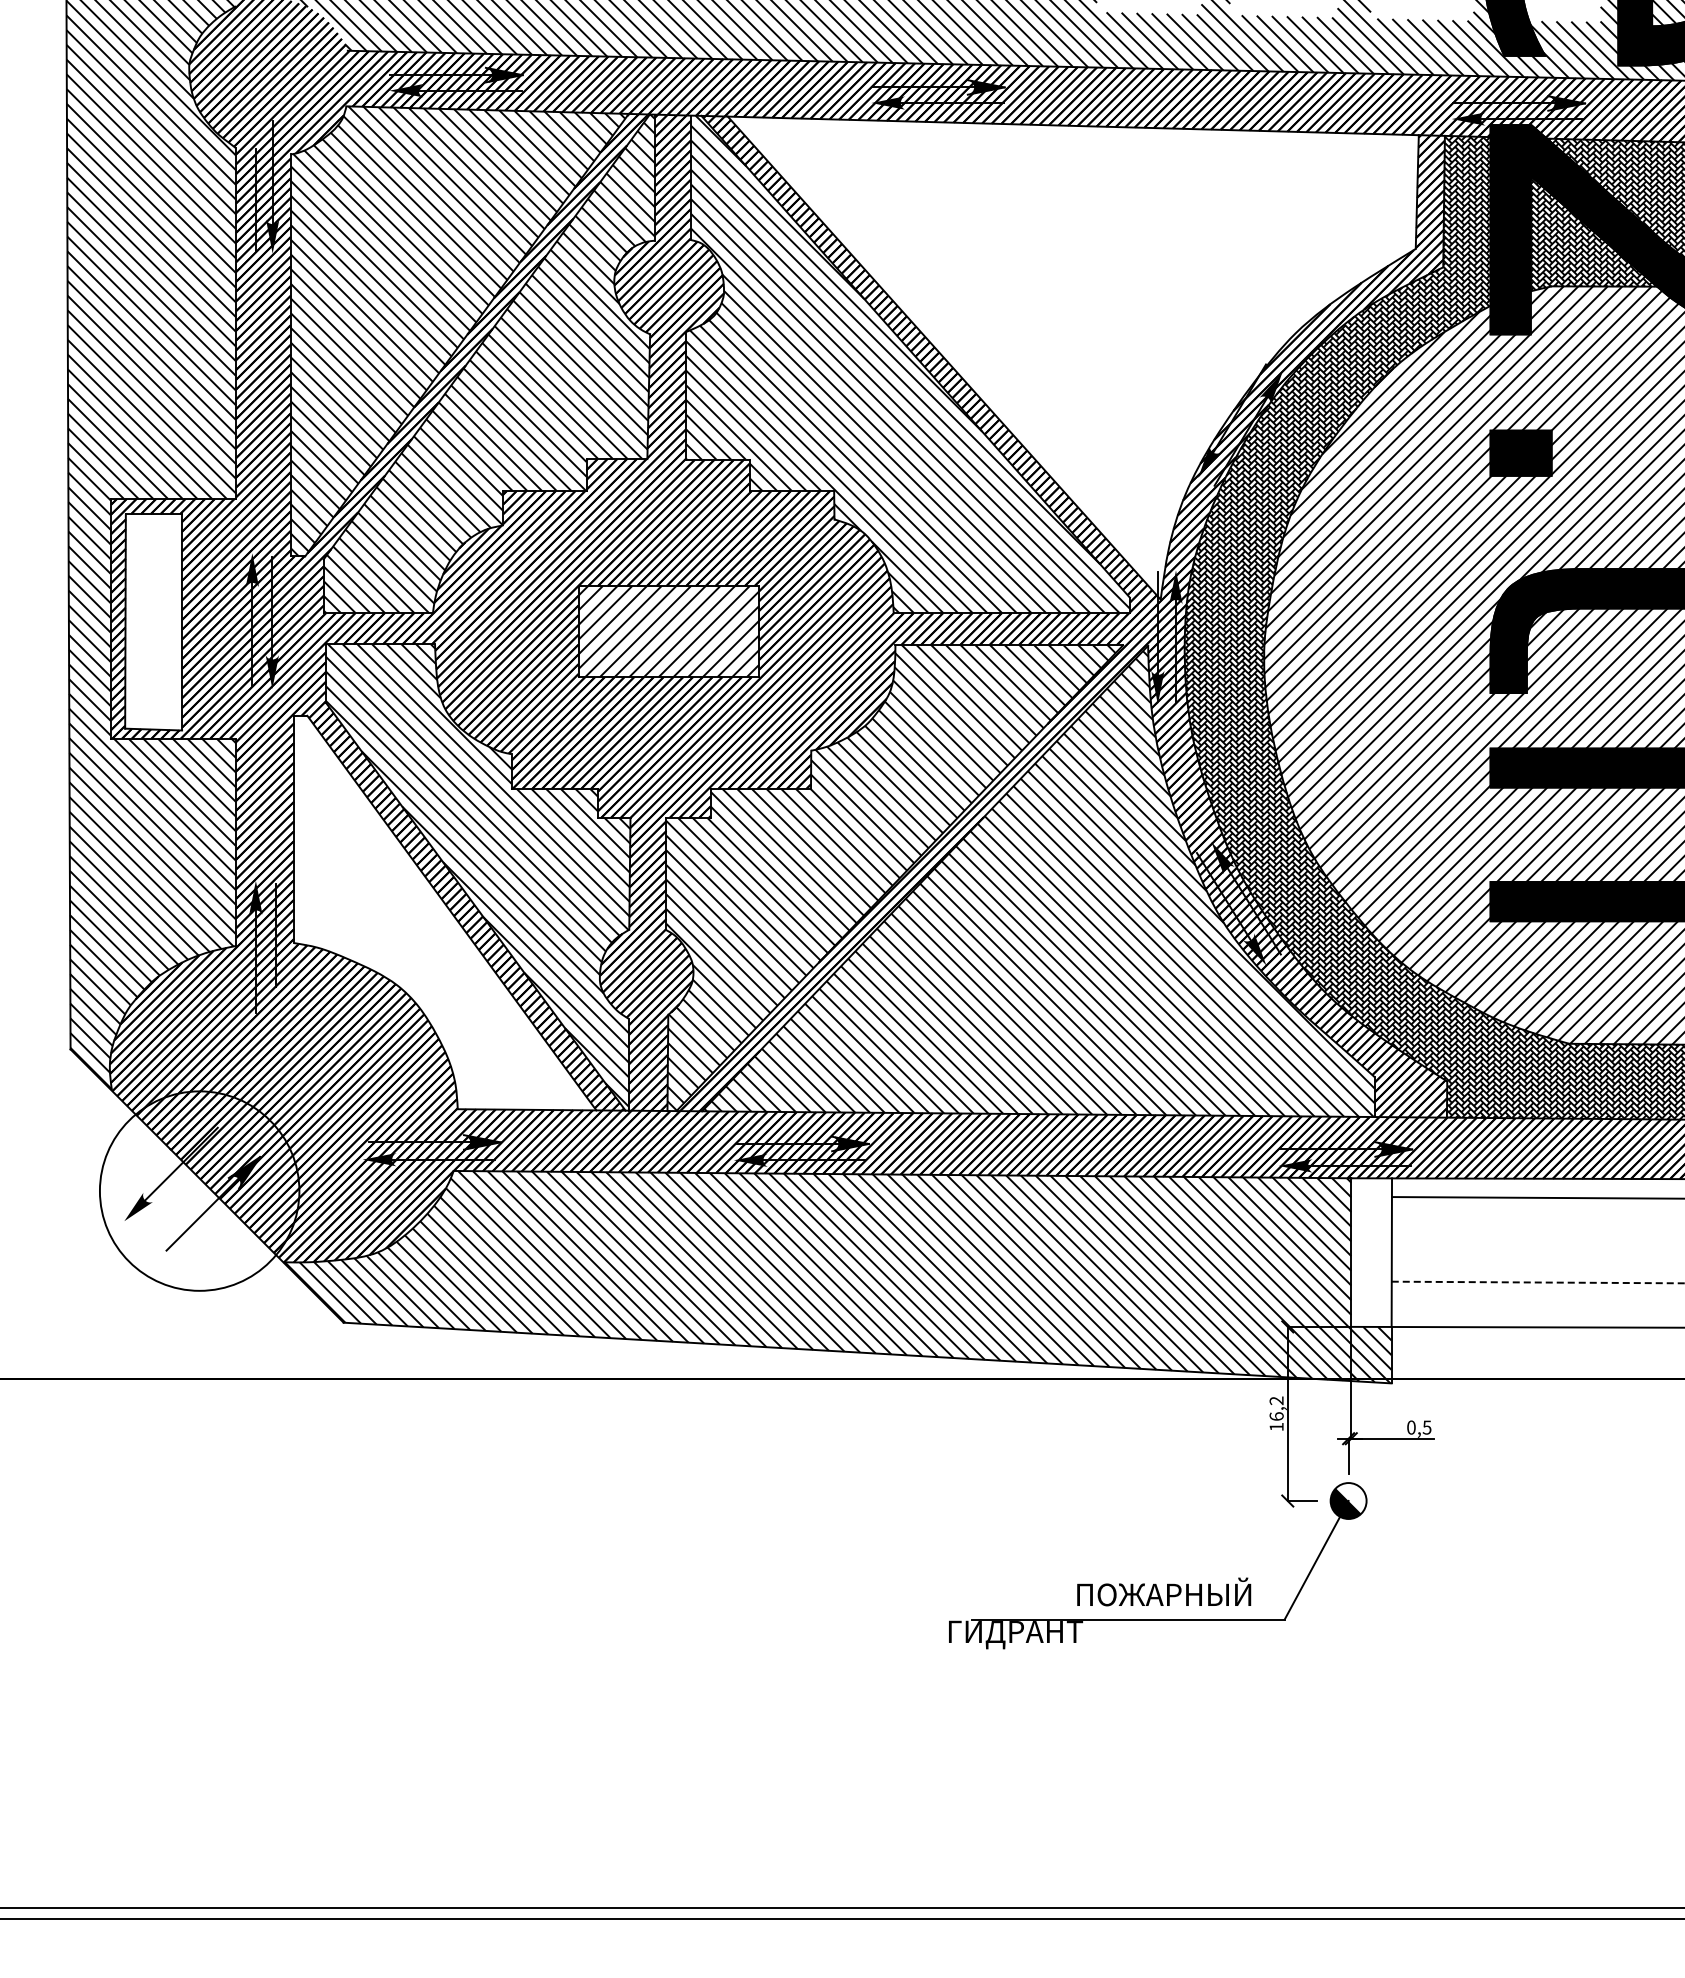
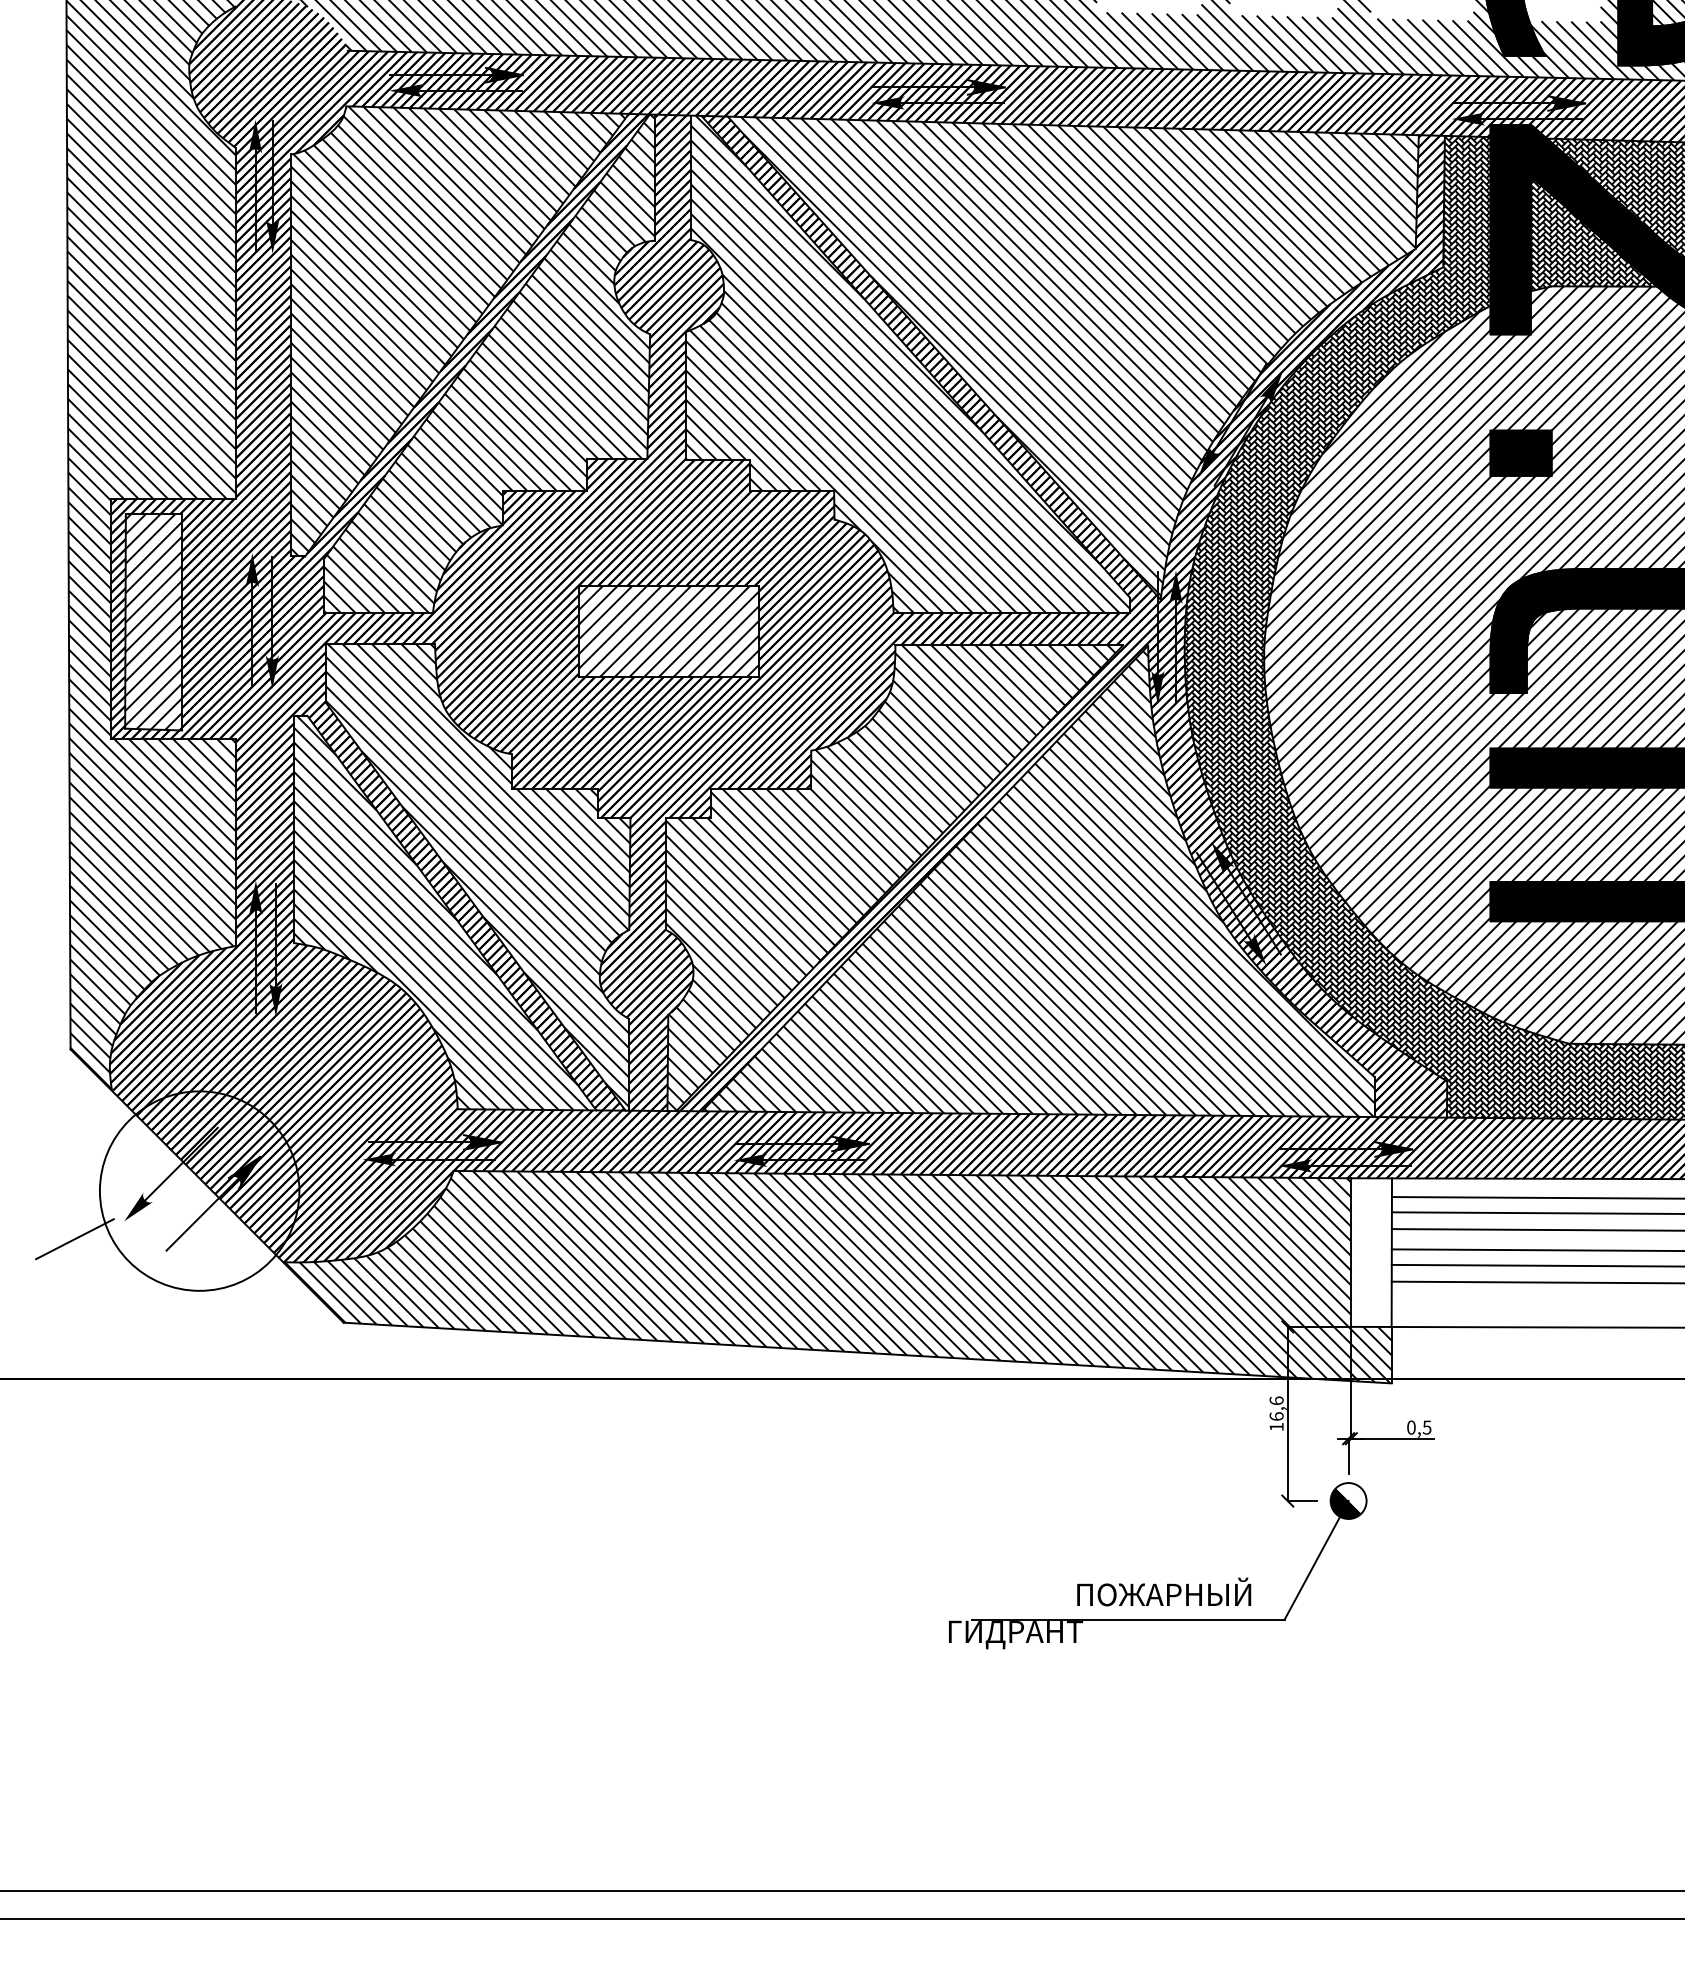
fill at (255, 136): none -> present
hatch at (1079, 355): none -> present
hatch at (153, 622): none -> present
hatch at (441, 912): none -> present
fill at (275, 999): none -> present
line at (1536, 1212): none -> present
line at (1536, 1229): none -> present
line at (74, 1239): none -> present
line at (1536, 1250): none -> present
line at (1536, 1265): none -> present
line at (1538, 1282): dashed -> solid
text at (1276, 1400): 16,2 -> 16,6
line at (841, 1907) position: (841, 1907) -> (841, 1890)
